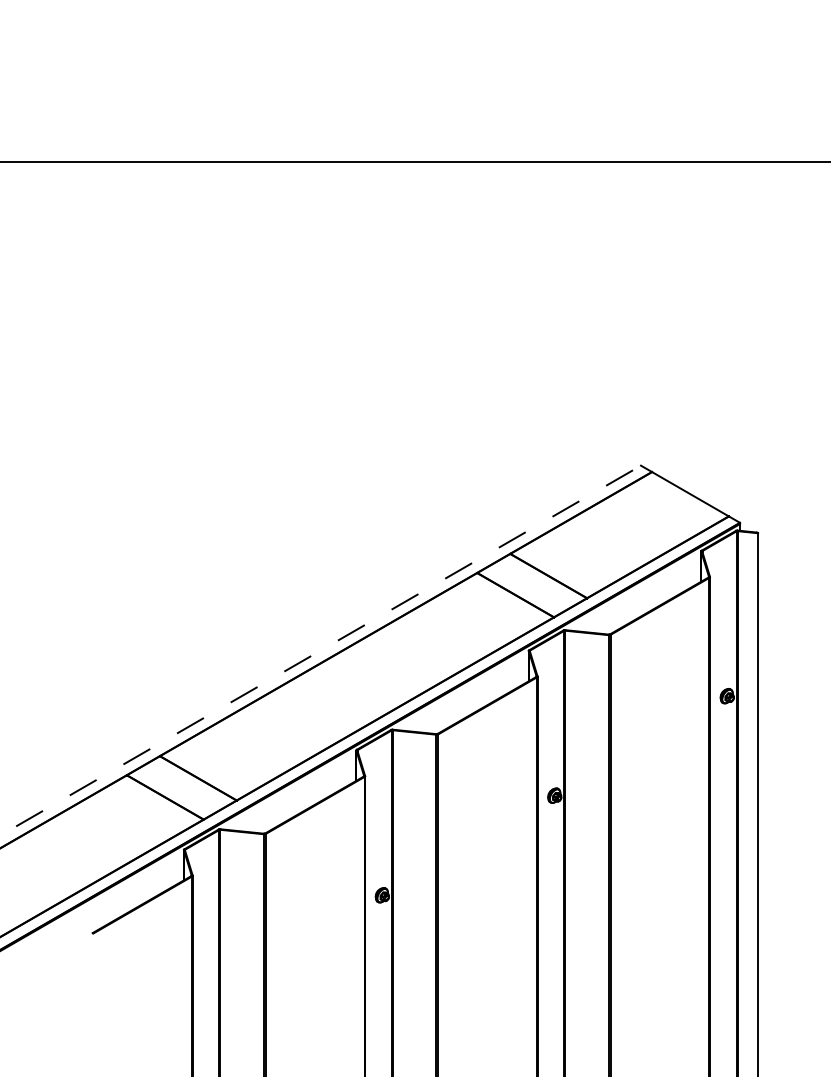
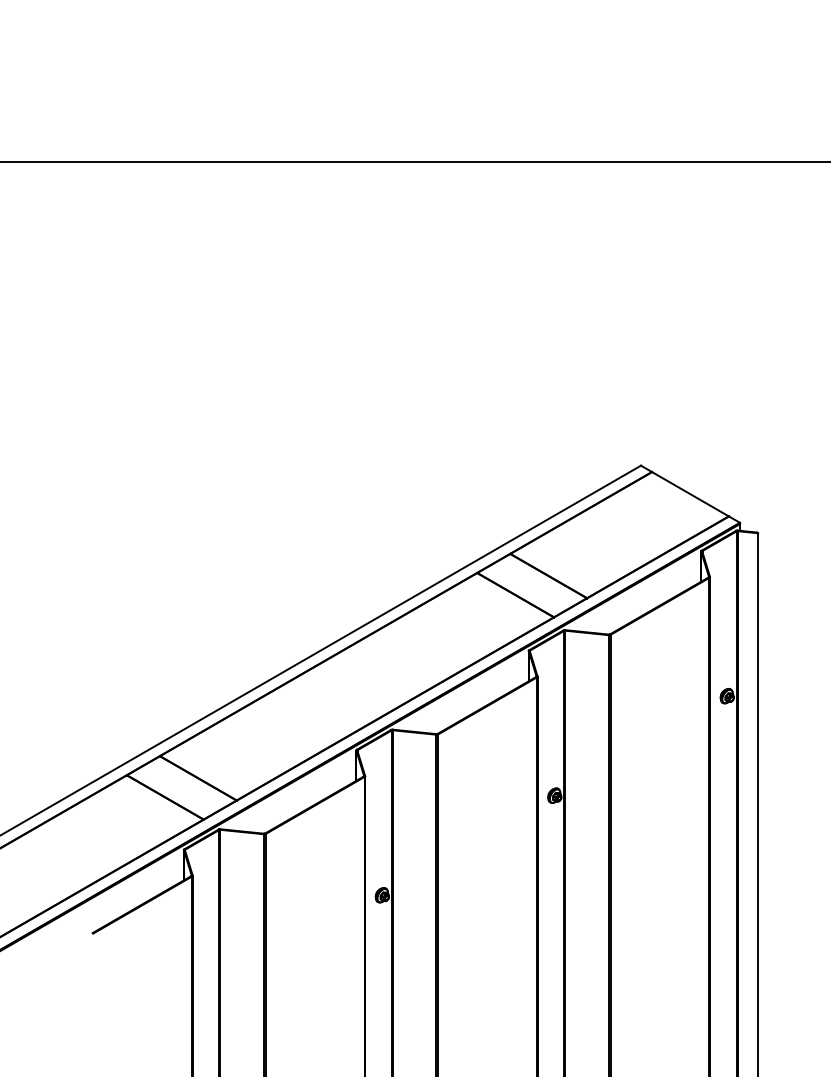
line at (320, 650): dashed -> solid
